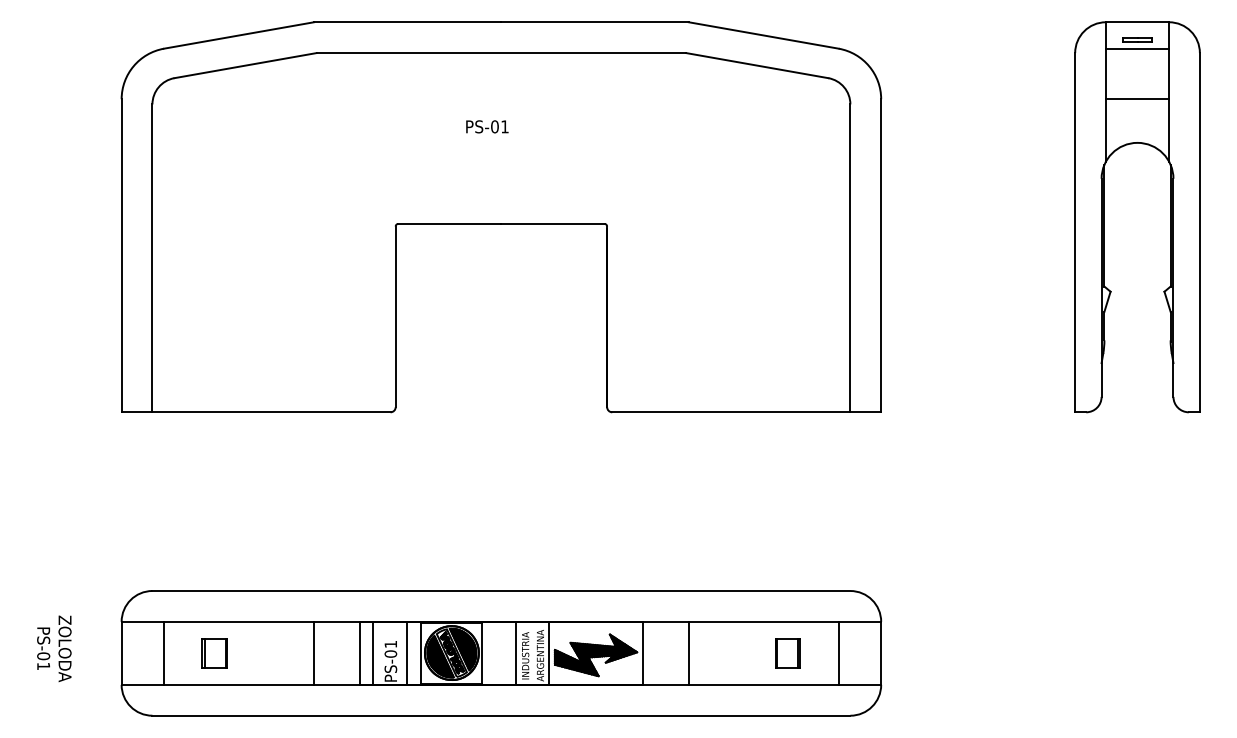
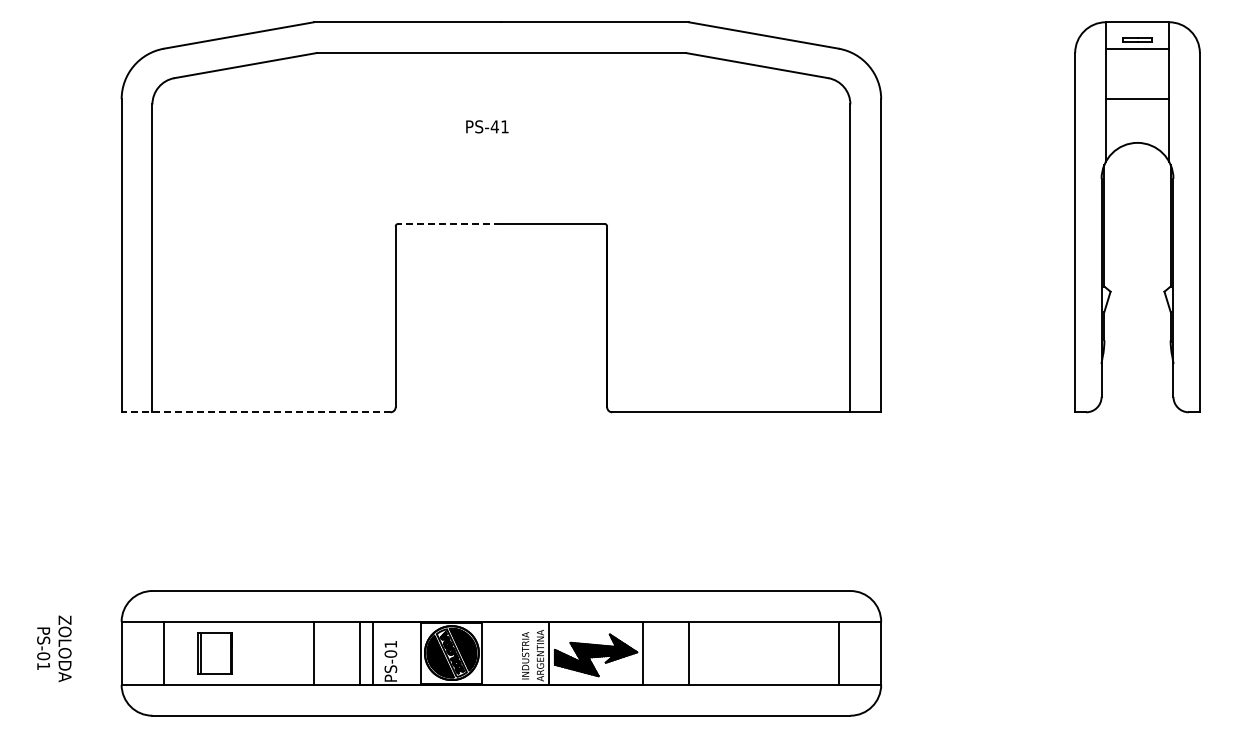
text at (494, 126): PS-01 -> PS-41
line at (449, 223): solid -> dashed
line at (255, 412): solid -> dashed
line at (406, 652): present -> none
line at (515, 652): present -> none
part at (214, 653) size: 27x31 px -> 36x43 px
part at (787, 653): present -> none
